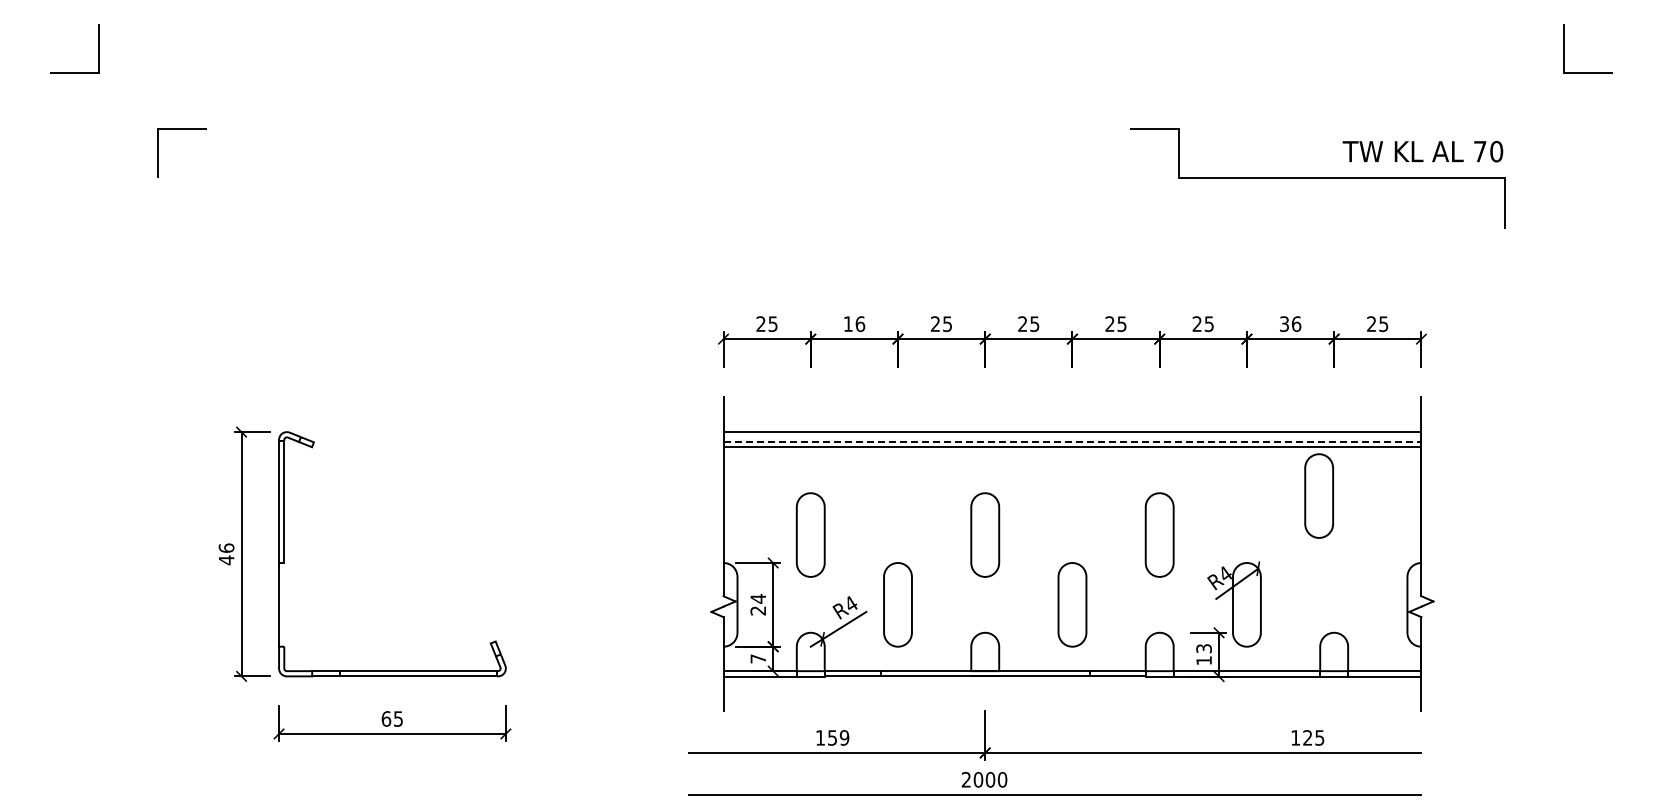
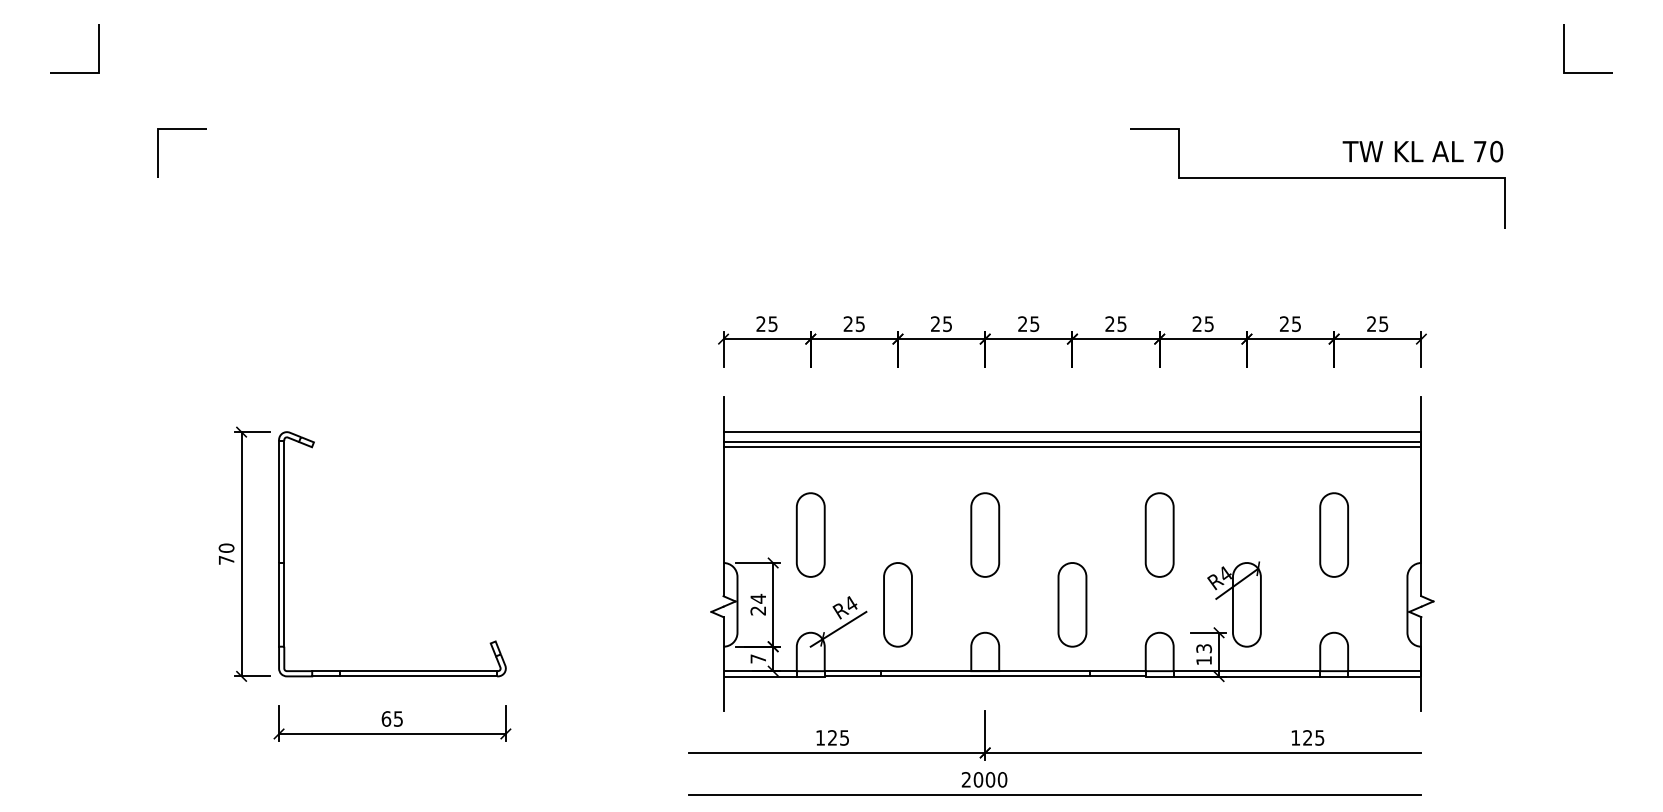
text at (854, 324): 16 -> 25
text at (1290, 324): 36 -> 25
line at (1072, 442): dashed -> solid
part at (1318, 495) position: (1318, 495) -> (1333, 534)
text at (226, 554): 46 -> 70
line at (284, 604): none -> present
text at (838, 737): 159 -> 125
